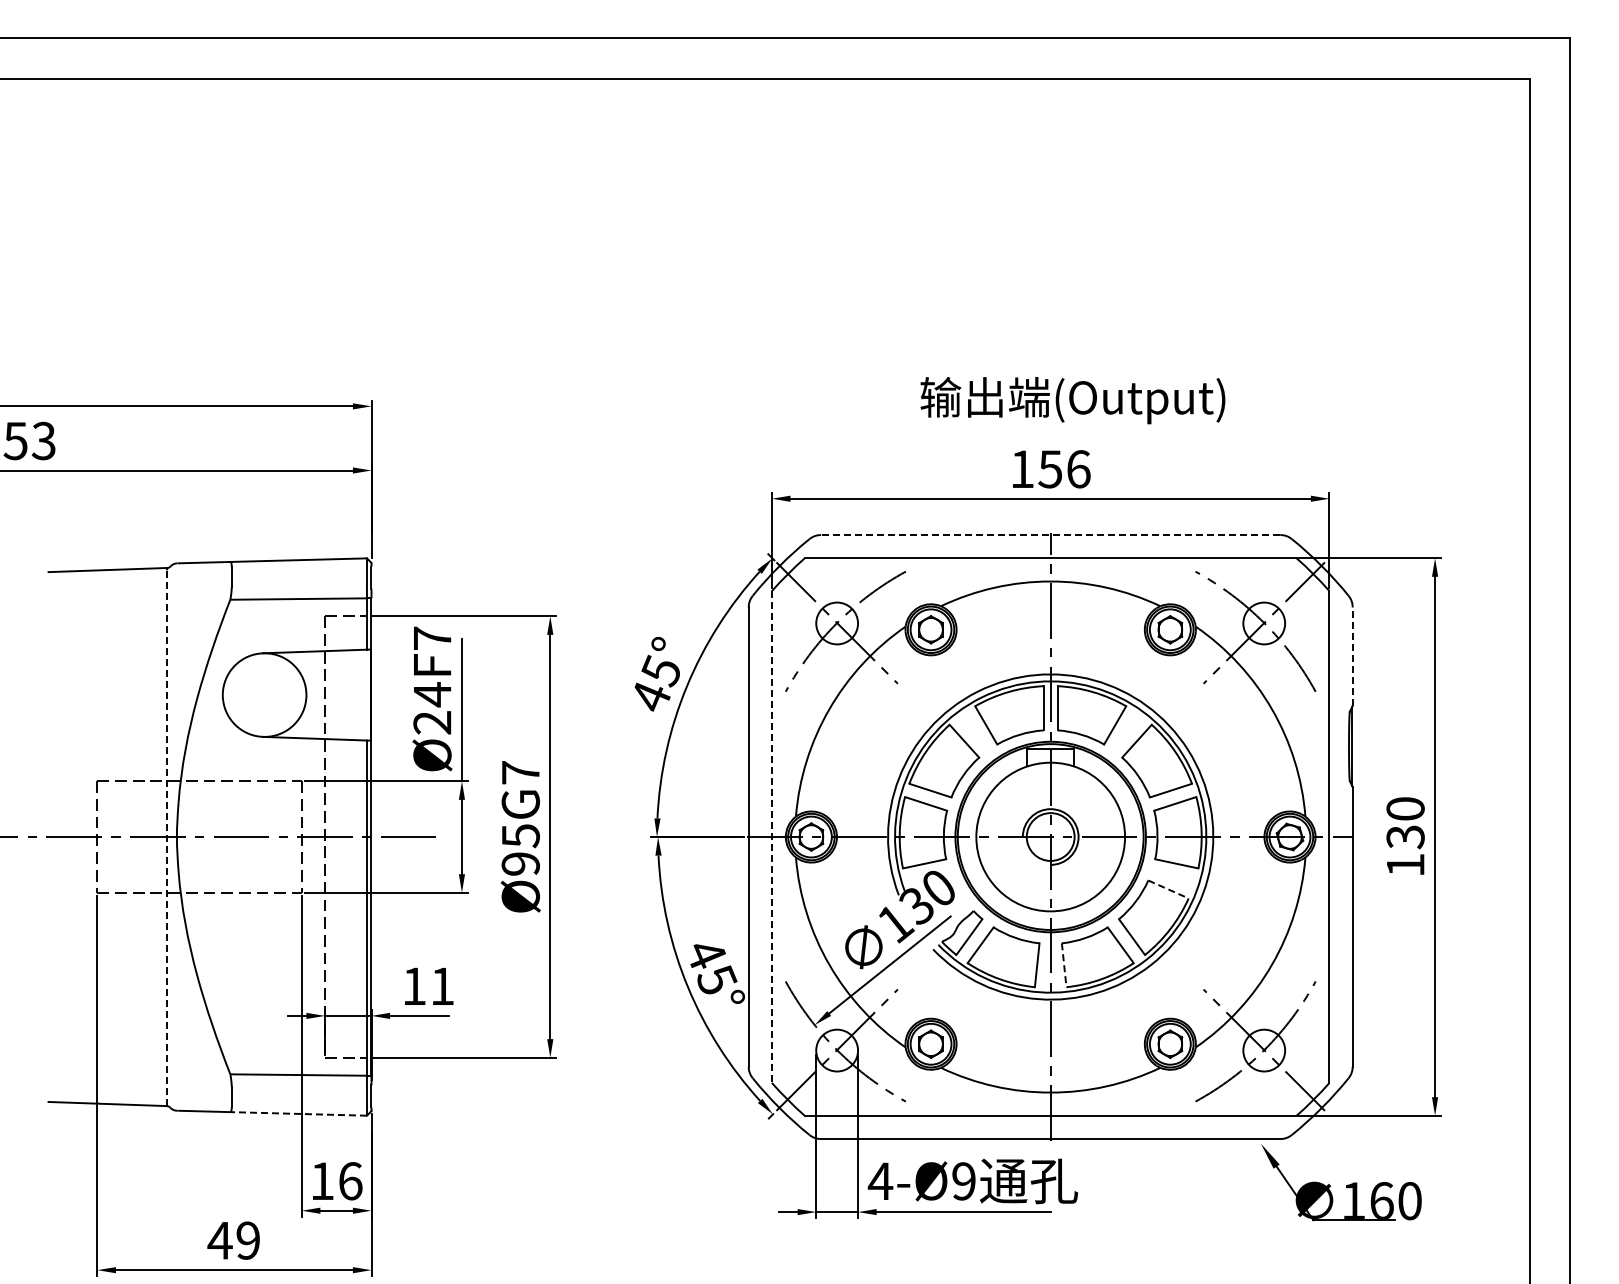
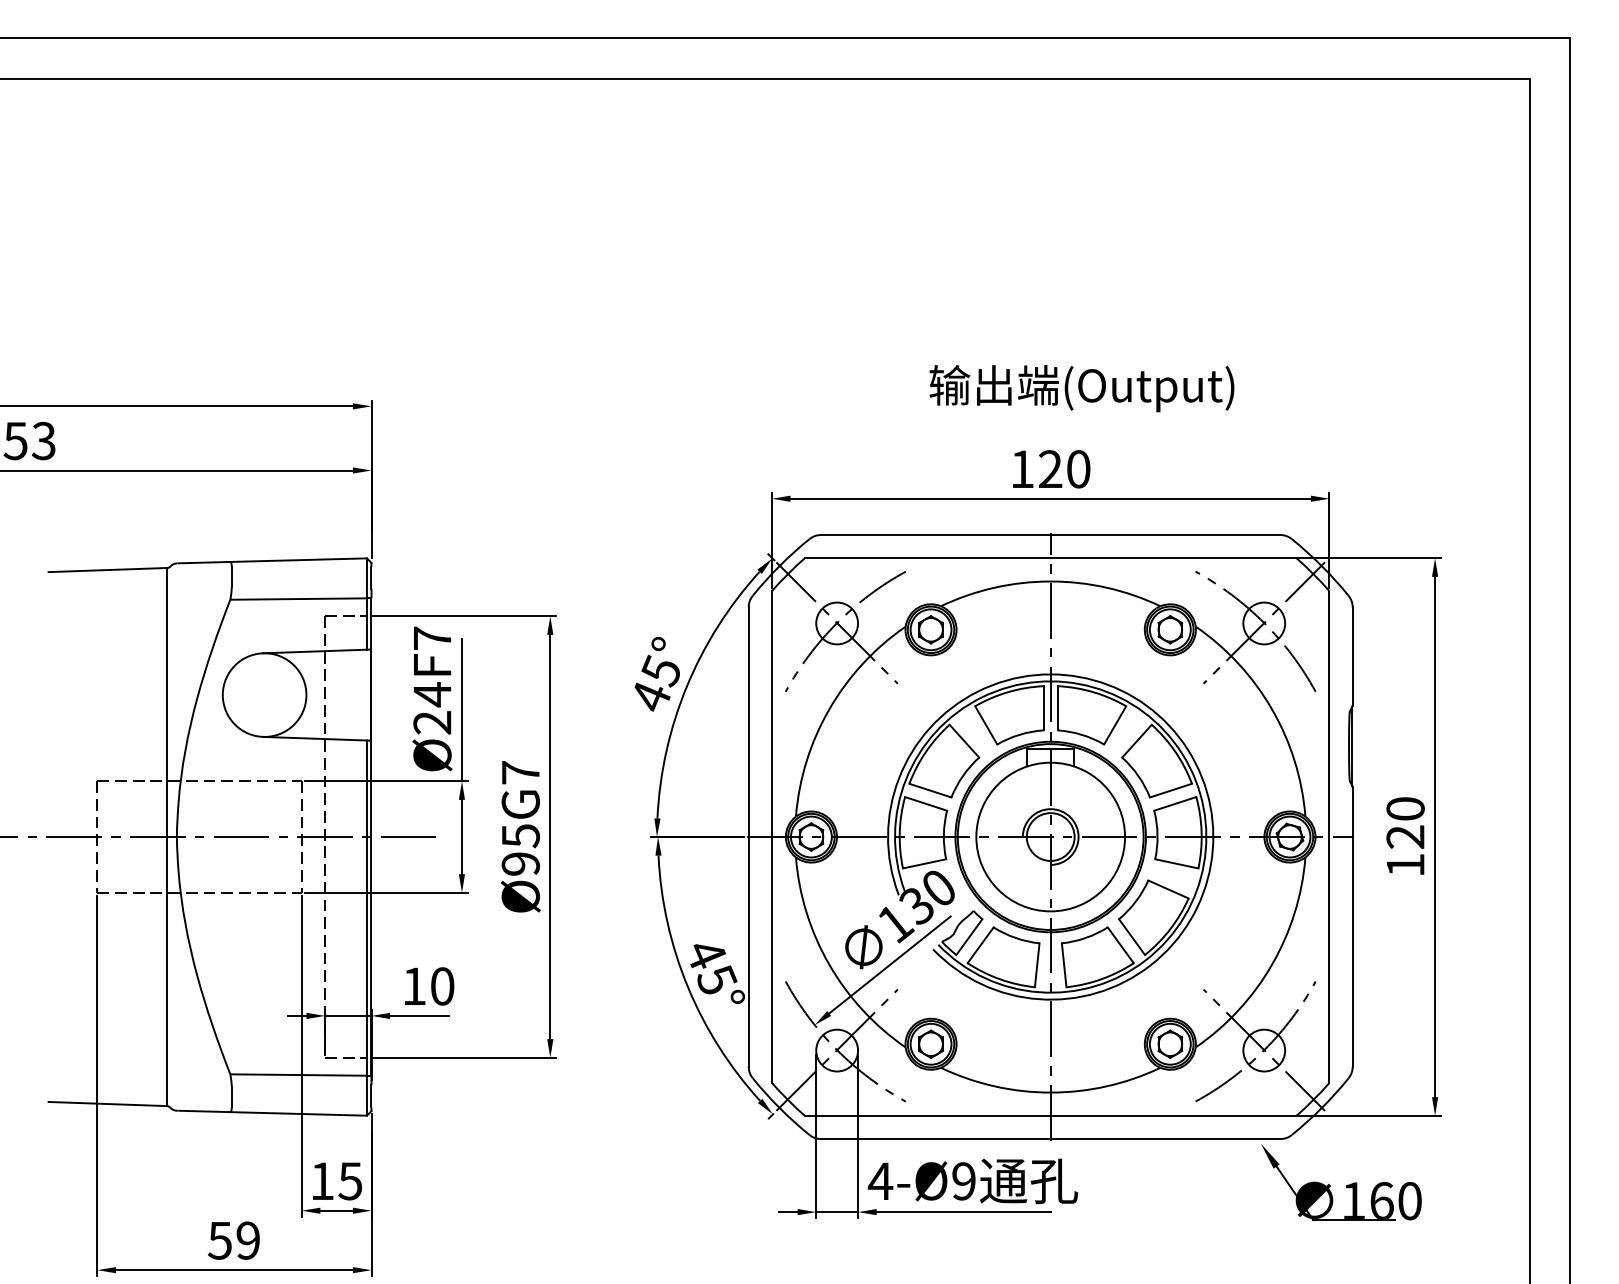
text at (1072, 400) position: (1072, 400) -> (1081, 388)
text at (1064, 469): 156 -> 120
line at (1050, 535): dashed -> solid
line at (1352, 656): dashed -> solid
line at (771, 837): dashed -> solid
text at (1405, 837): 130 -> 120
line at (166, 838): dashed -> solid
line at (1168, 889): dashed -> solid
line at (1064, 965): dashed -> solid
text at (442, 986): 11 -> 10
line at (298, 1113): dashed -> solid
text at (350, 1181): 16 -> 15
text at (219, 1240): 49 -> 59
